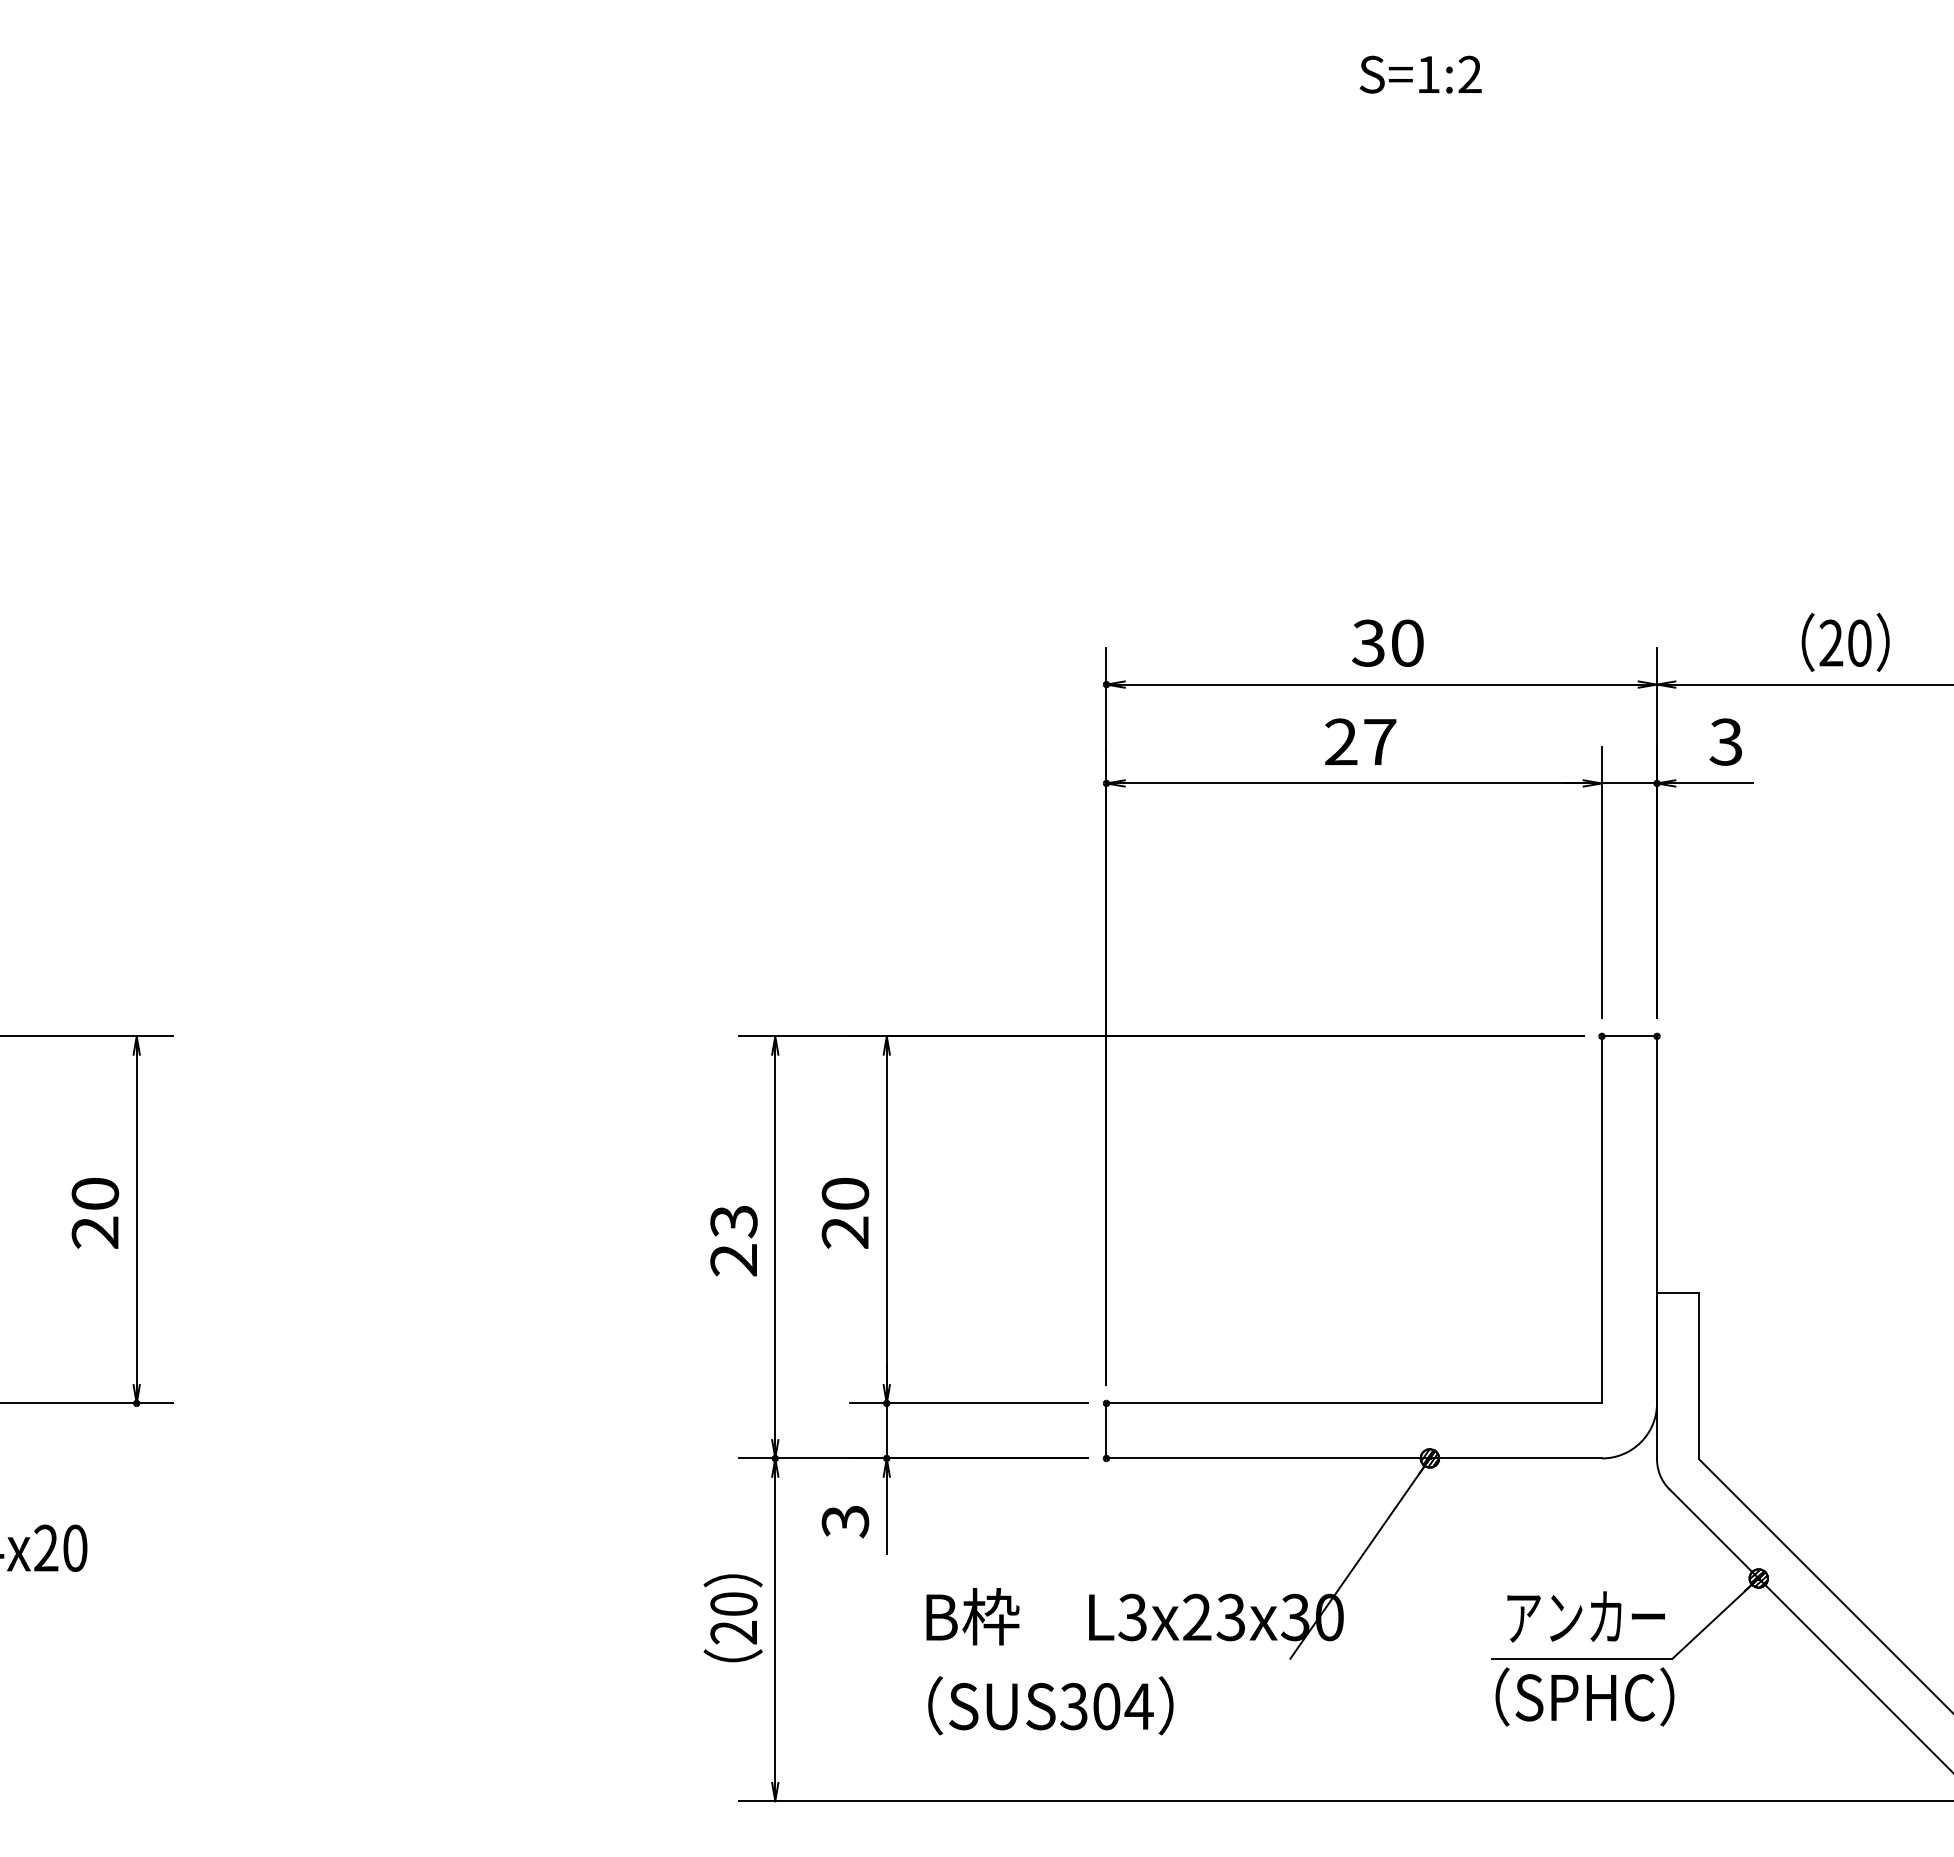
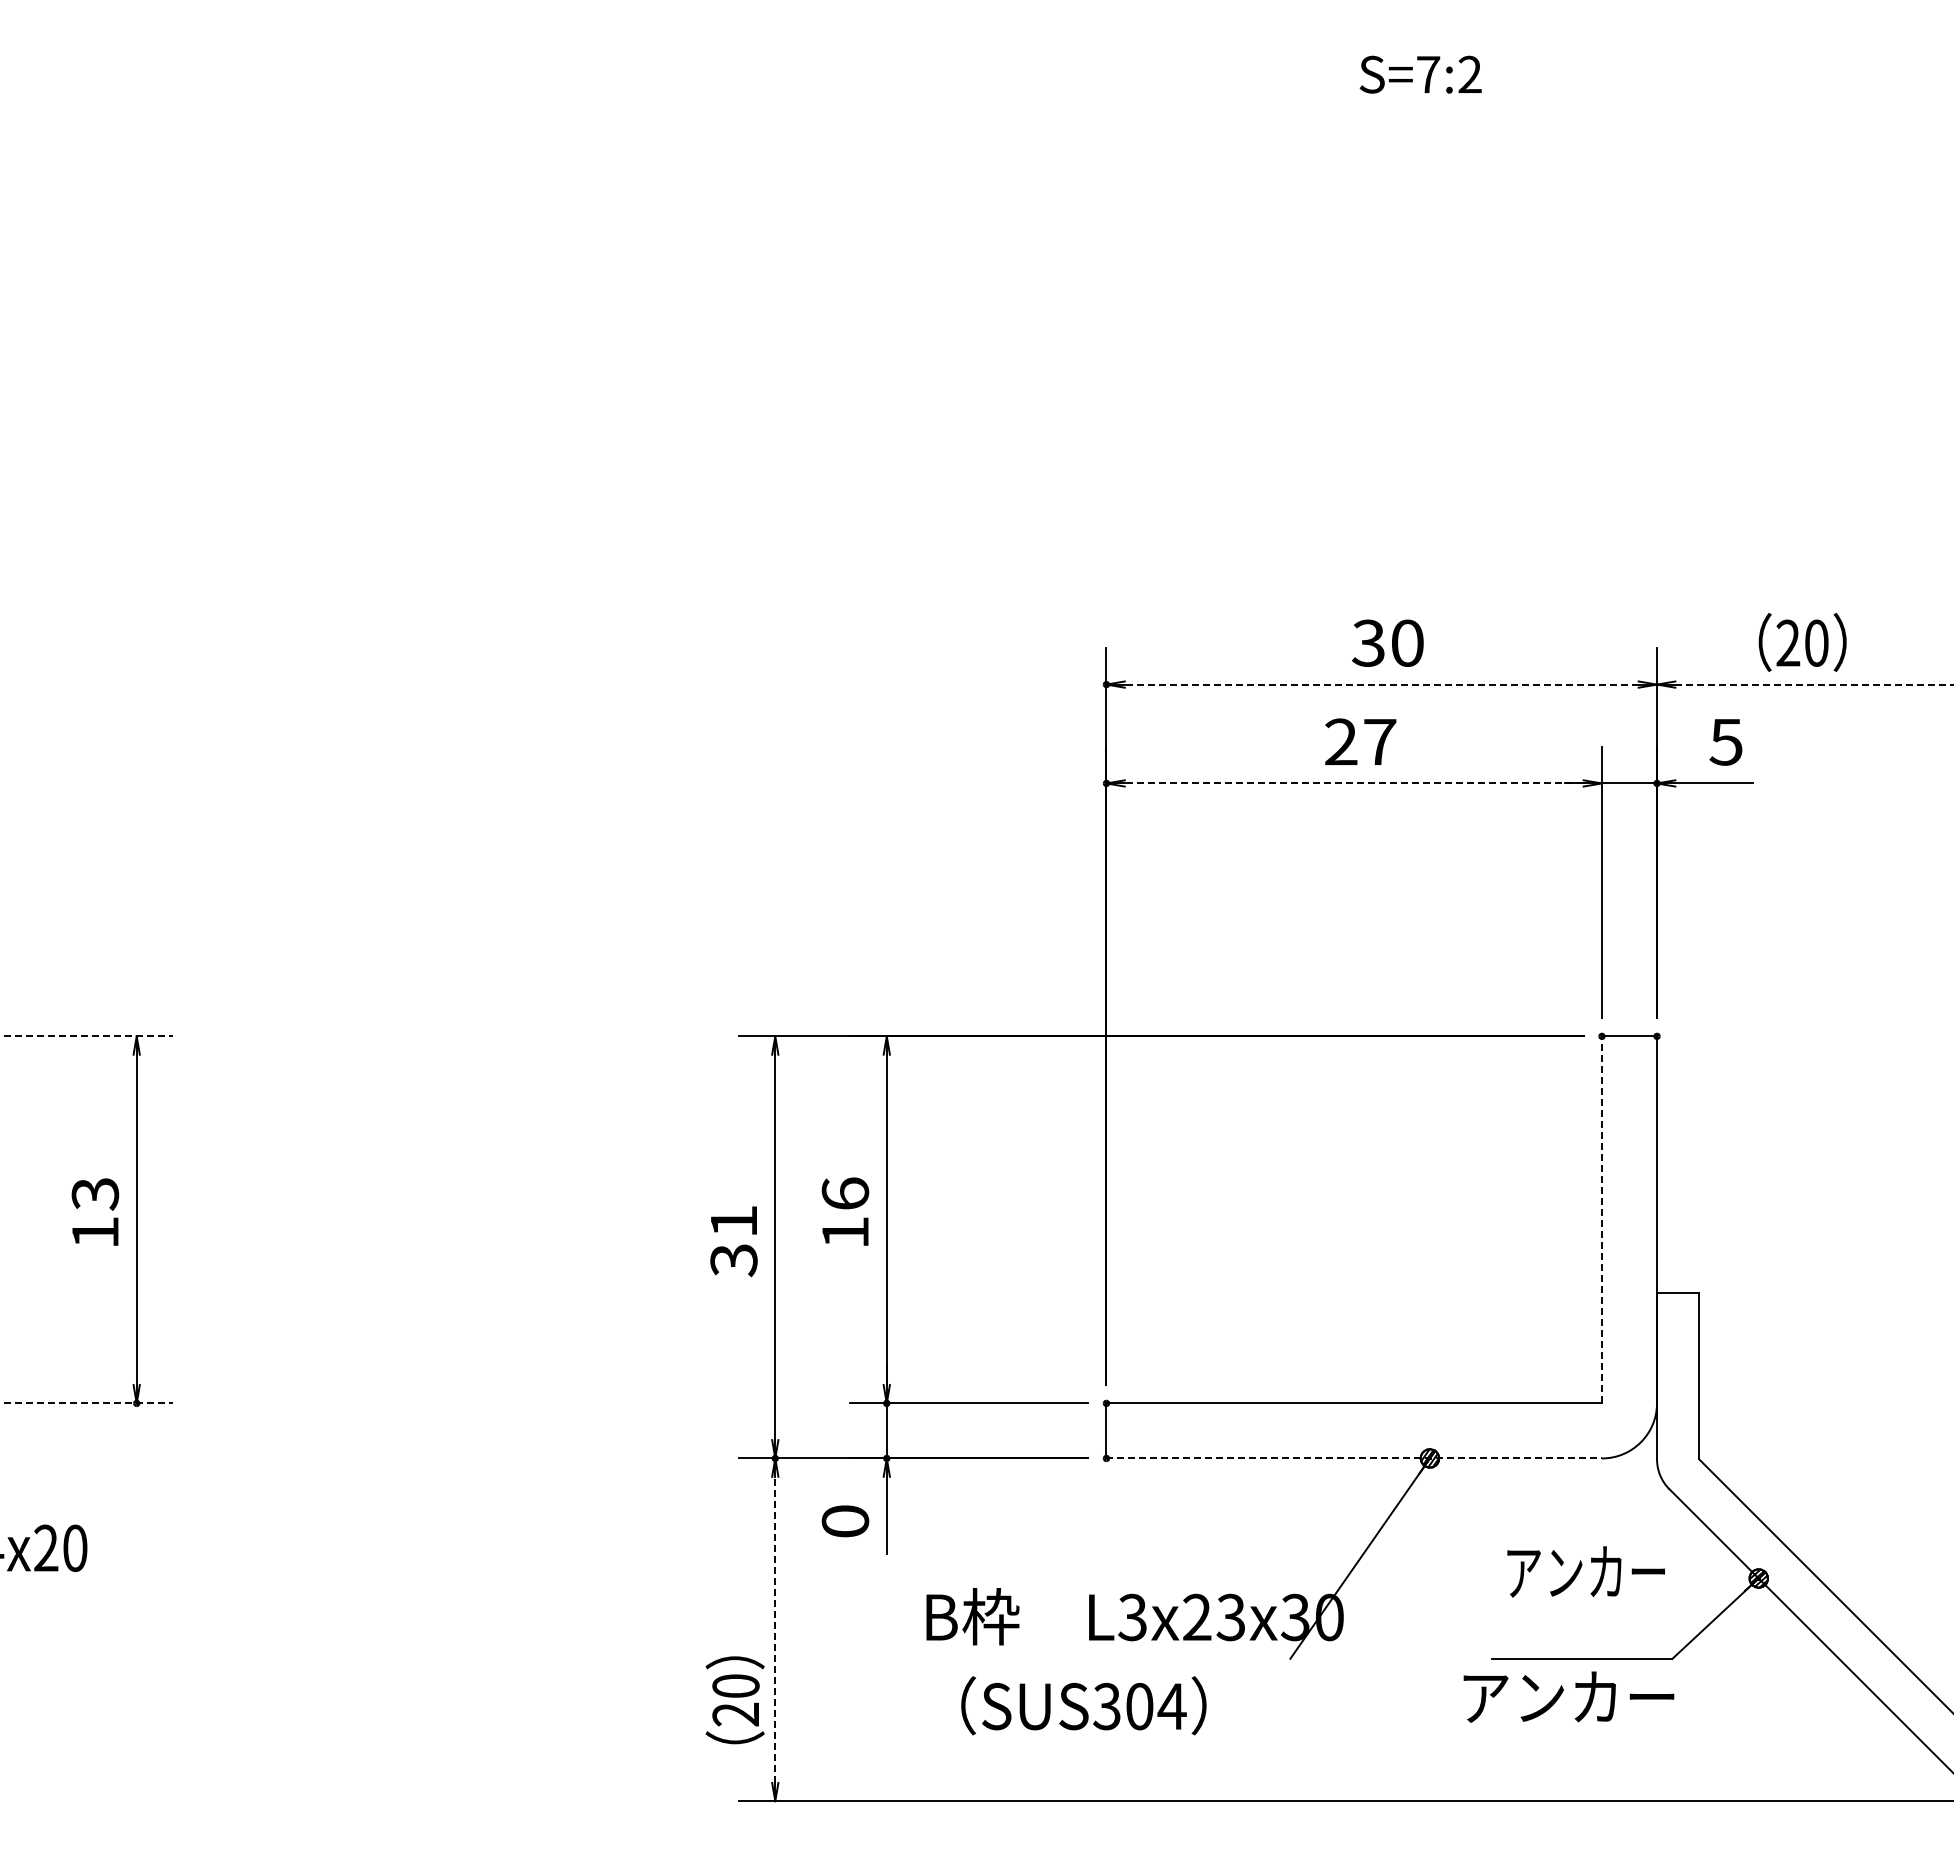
text at (1428, 74): S=1:2 -> S=7:2
text at (1845, 642) position: (1845, 642) -> (1802, 642)
line at (1381, 684): solid -> dashed
line at (1815, 684): solid -> dashed
text at (1725, 741): 3 -> 5
line at (1353, 783): solid -> dashed
line at (87, 1036): solid -> dashed
text at (95, 1212): 20 -> 13
text at (845, 1212): 20 -> 16
line at (1601, 1219): solid -> dashed
text at (733, 1241): 23 -> 31
line at (87, 1403): solid -> dashed
line at (1354, 1458): solid -> dashed
text at (845, 1521): 3 -> 0
text at (1585, 1616) position: (1585, 1616) -> (1585, 1571)
text at (732, 1618) position: (732, 1618) -> (734, 1700)
line at (775, 1629): solid -> dashed
text at (1568, 1696): （SPHC） -> アンカー
text at (1050, 1705) position: (1050, 1705) -> (1083, 1705)
